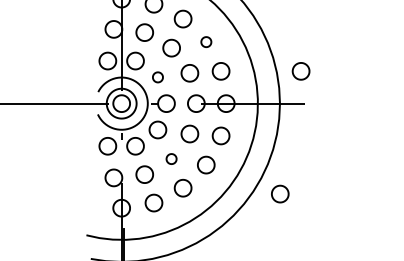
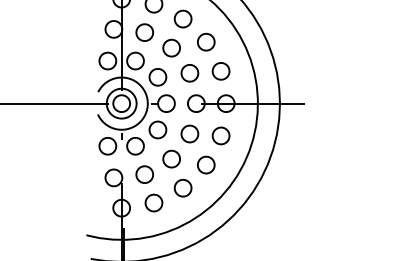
part at (206, 41) size: 13x12 px -> 19x20 px
part at (300, 71): present -> none
part at (157, 77) size: 12x13 px -> 20x19 px
part at (171, 158) size: 13x12 px -> 19x20 px
part at (280, 193): present -> none
